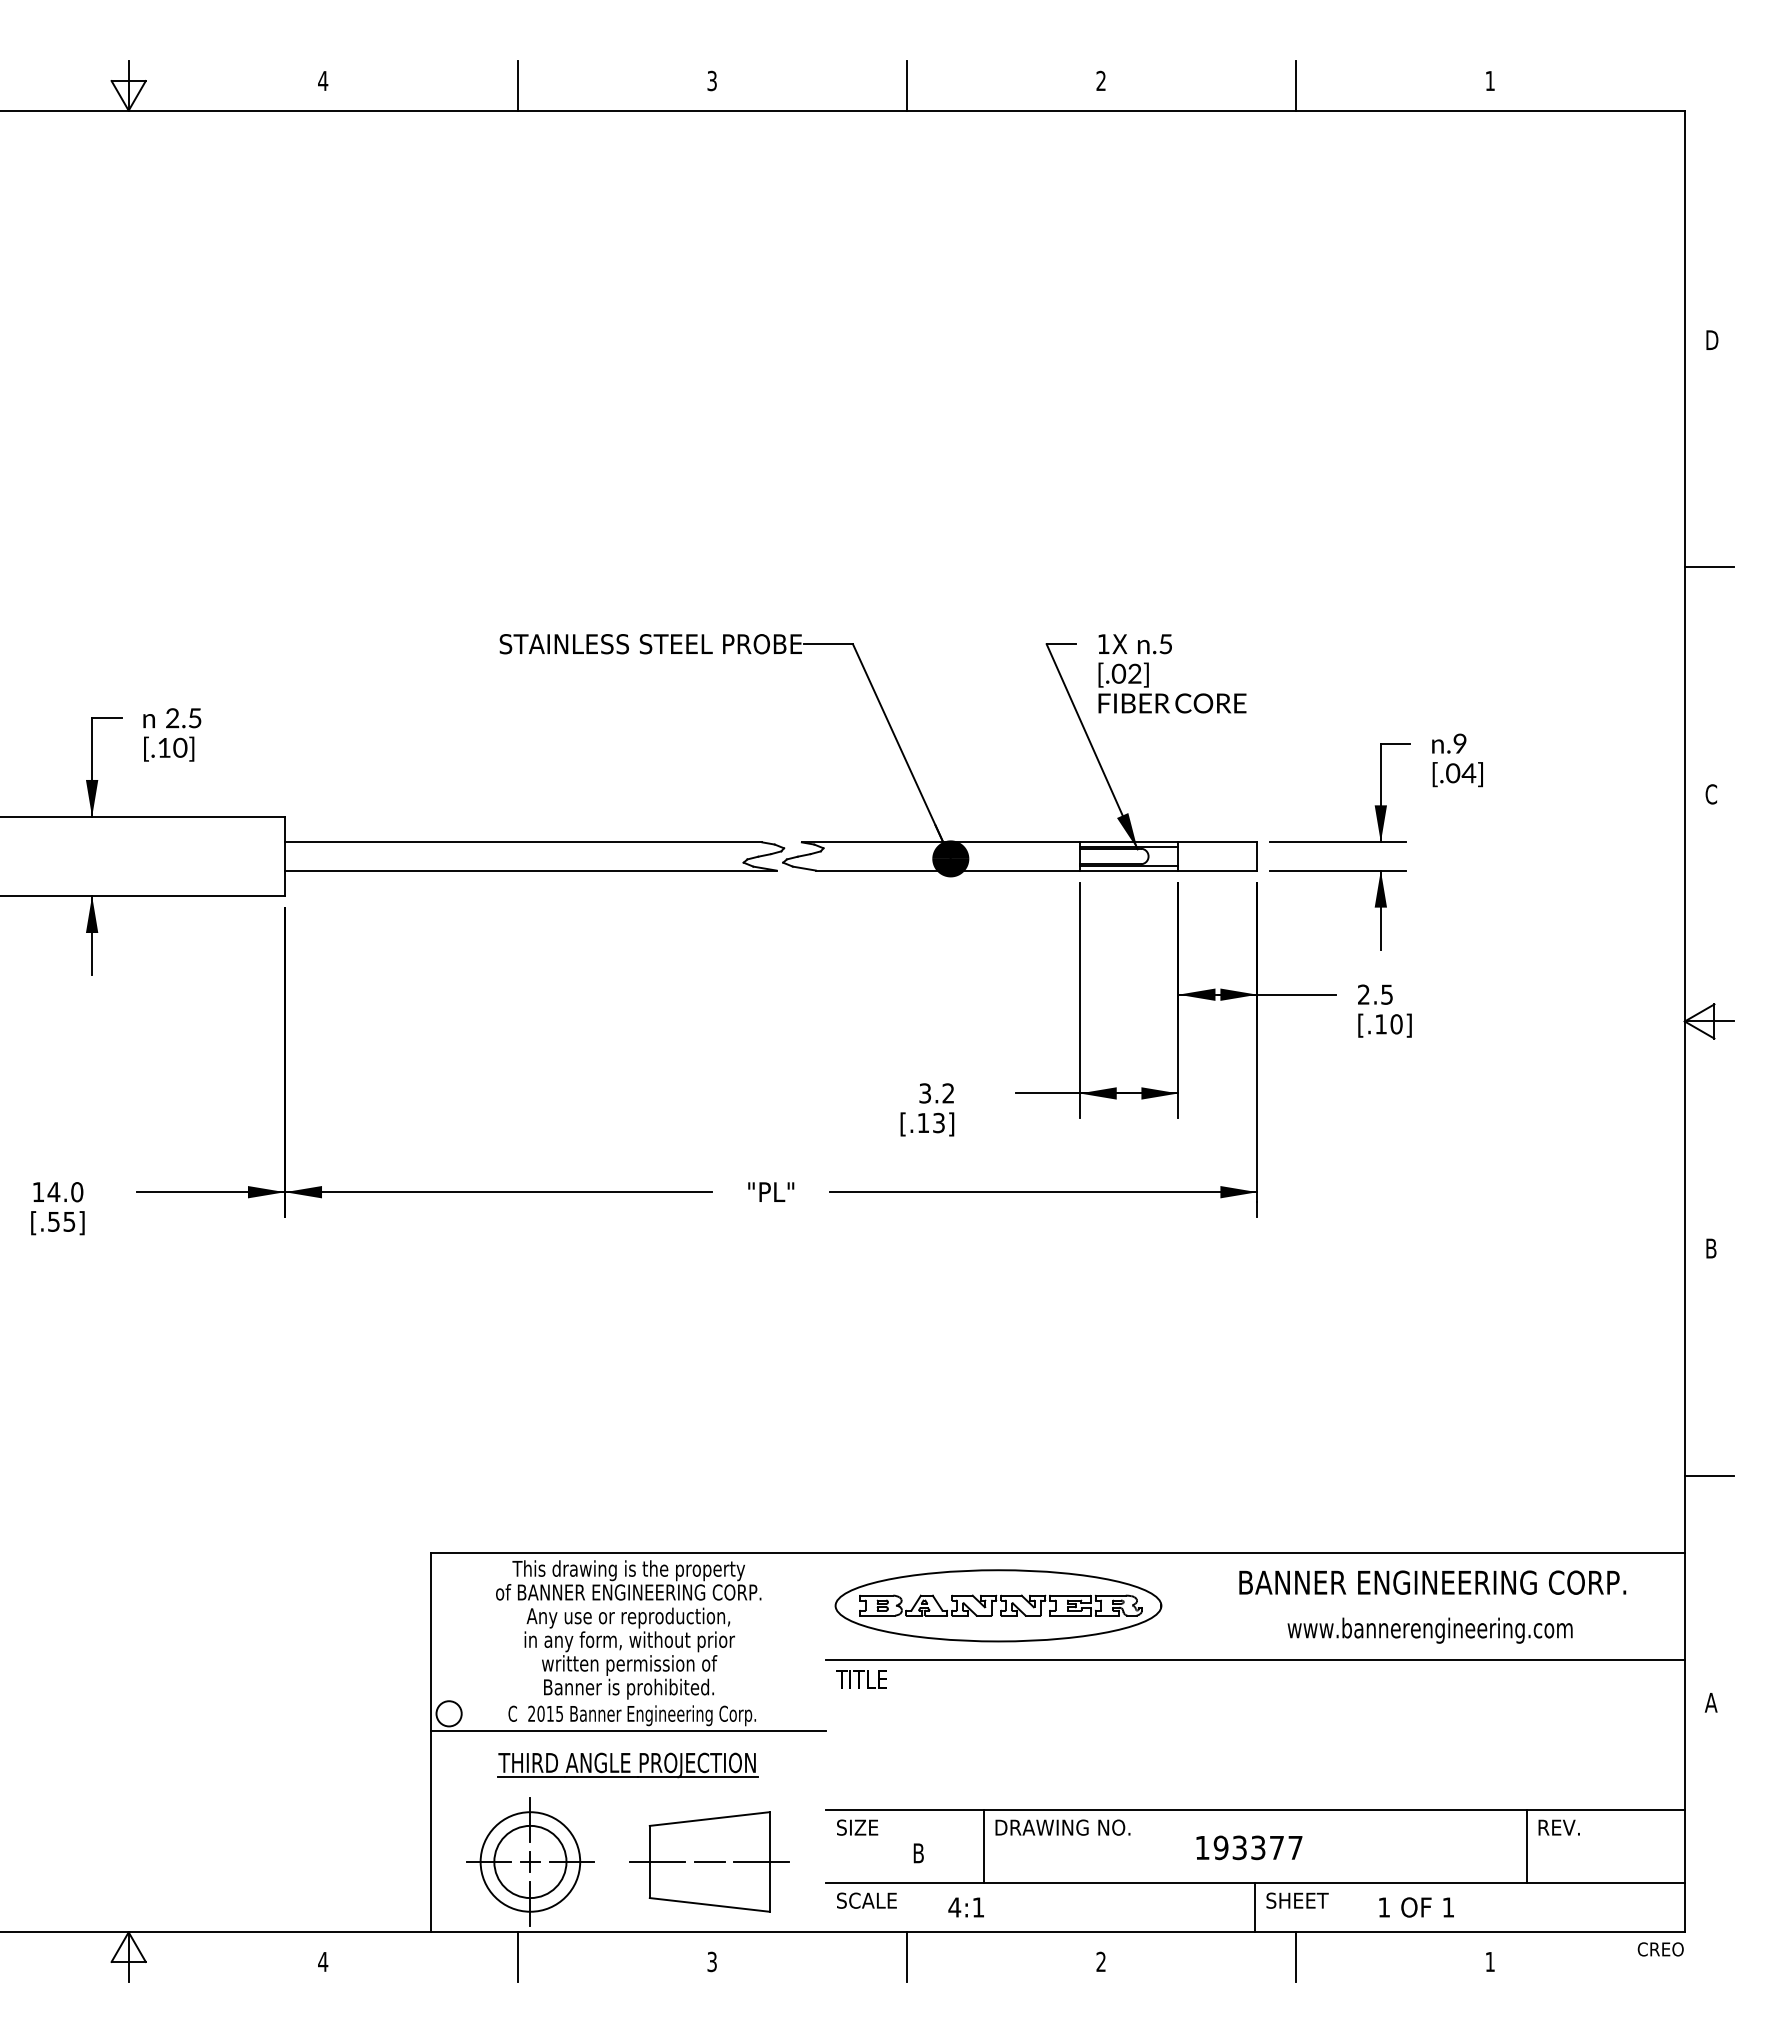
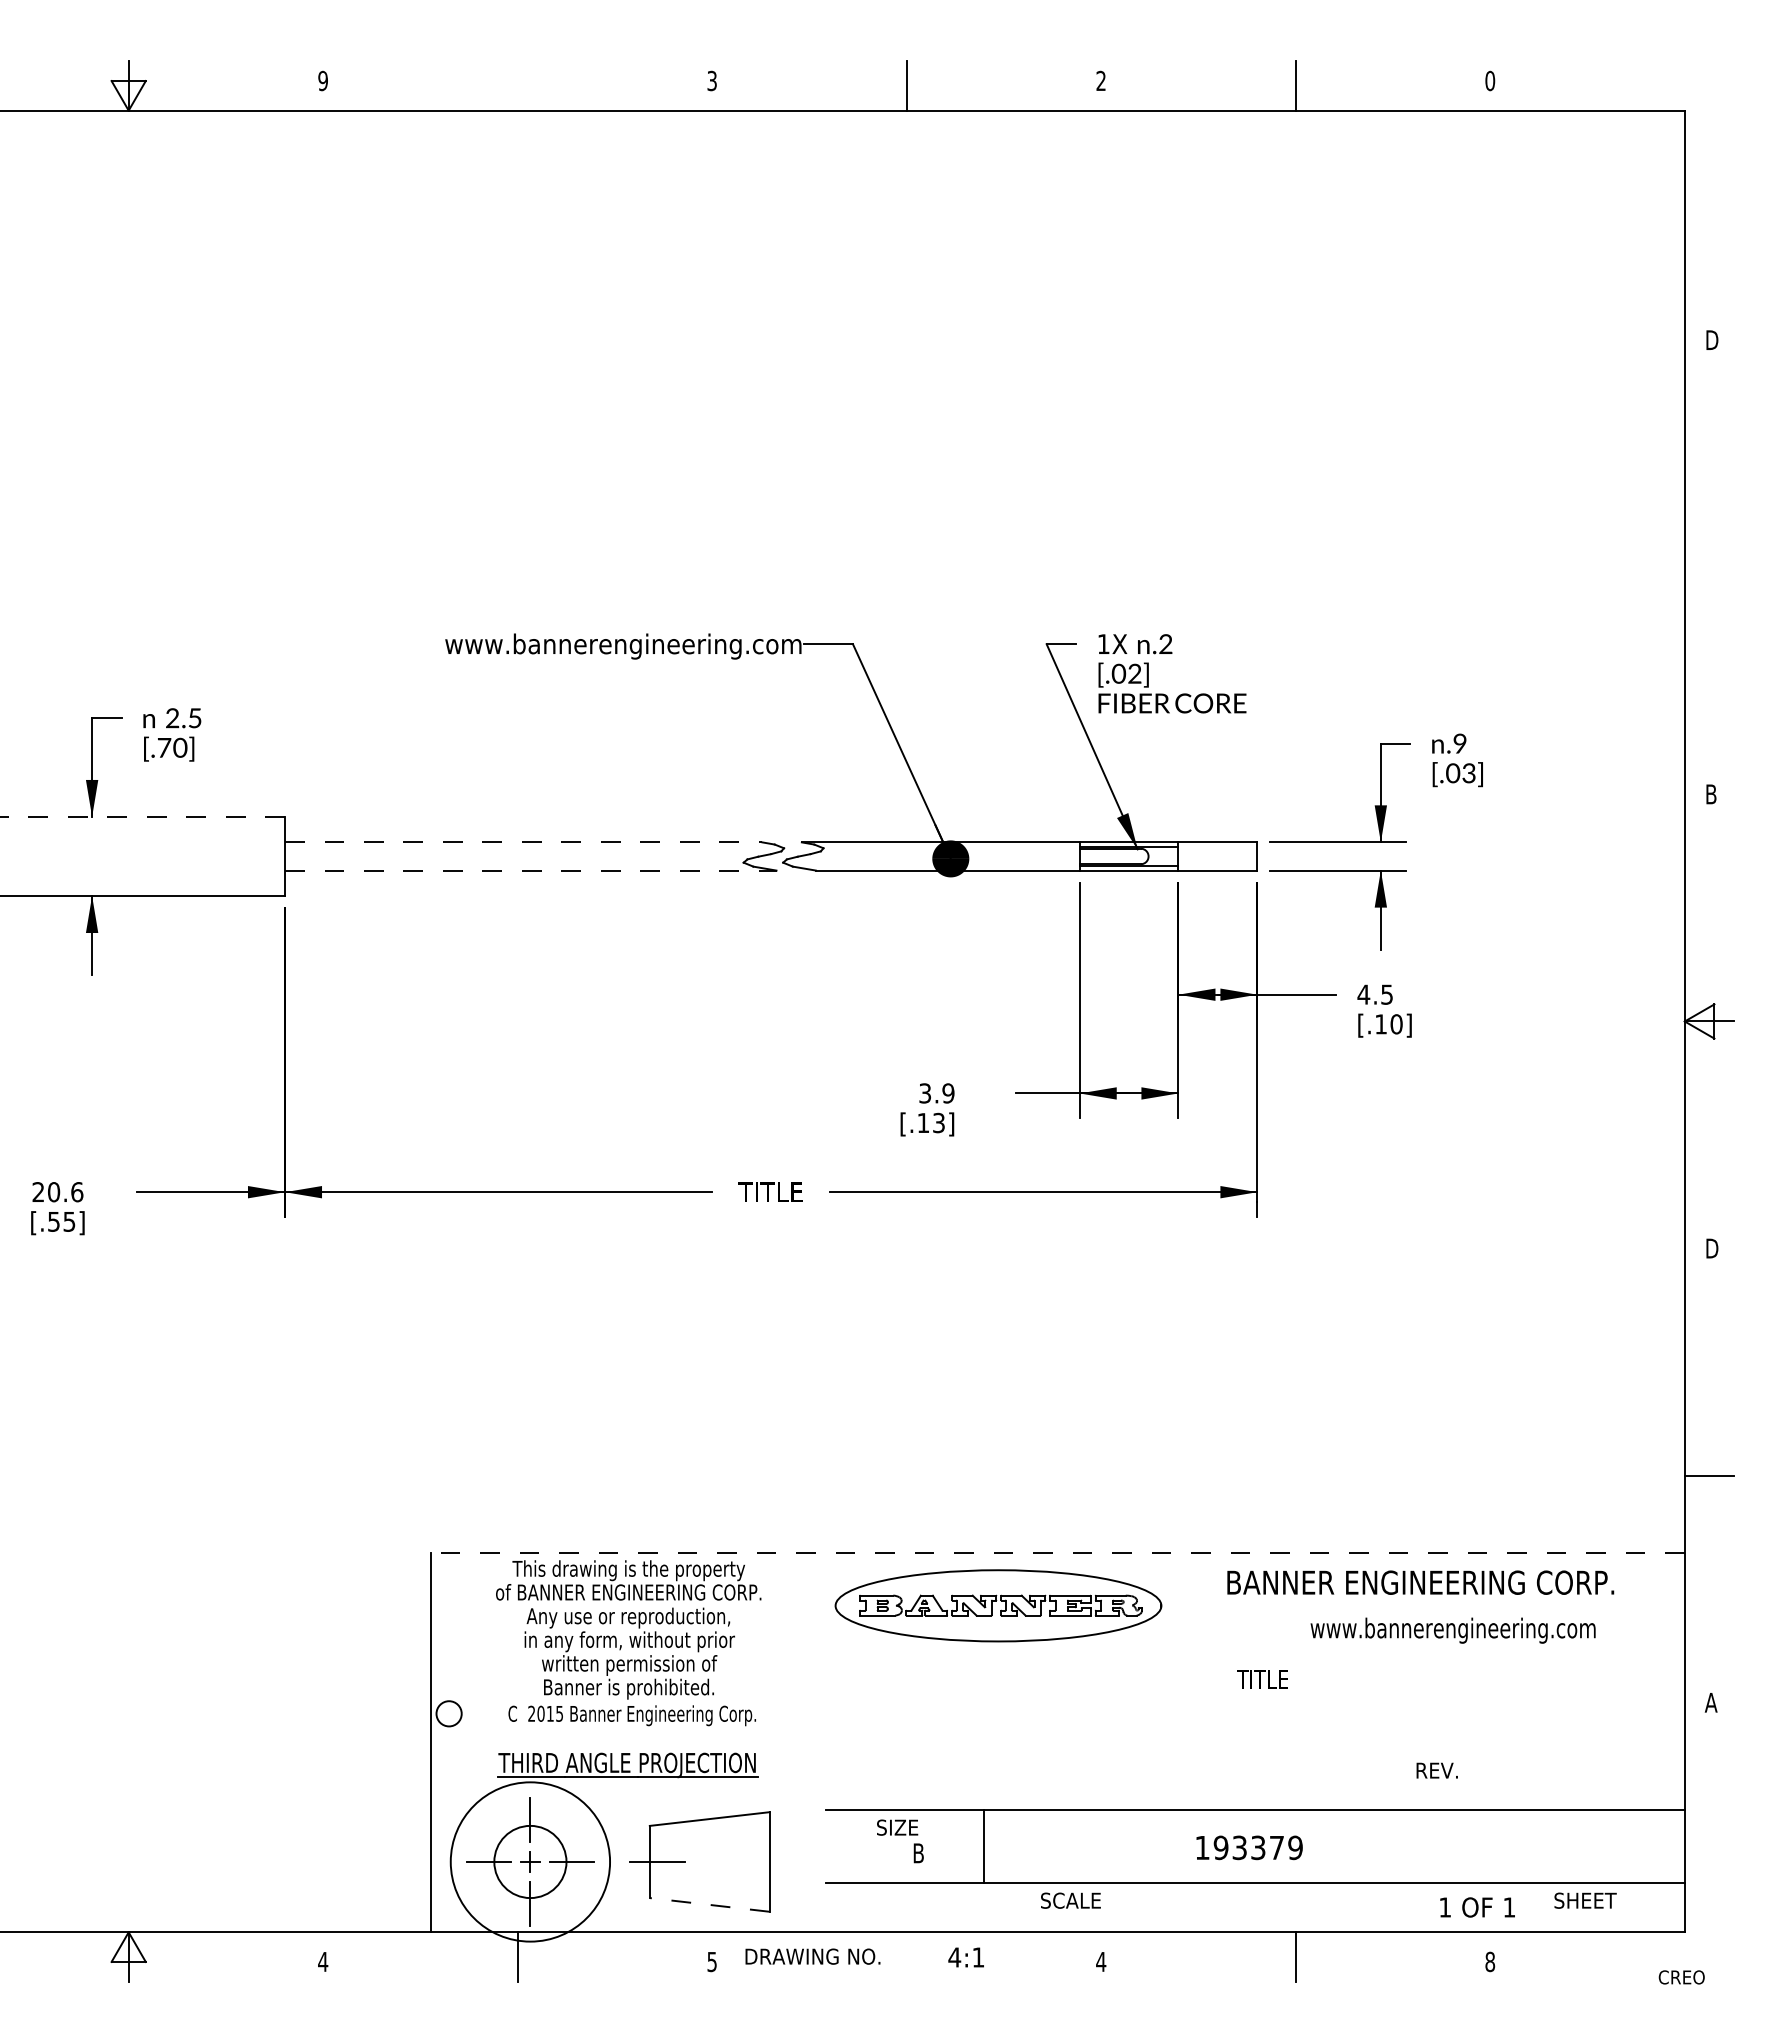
text at (323, 80): 4 -> 9
text at (1490, 80): 1 -> 0
line at (517, 85): present -> none
line at (1709, 567): present -> none
text at (1165, 644): .5 -> .2
text at (623, 646): STAINLESS STEEL PROBE -> www.bannerengineering.com
text at (164, 747): [.10] -> [.70]
text at (1468, 773): [.04] -> [.03]
text at (1711, 794): C -> B
line at (142, 816): solid -> dashed
line at (523, 842): solid -> dashed
line at (530, 870): solid -> dashed
text at (1363, 994): 2.5 -> 4.5
text at (948, 1093): 3.2 -> 3.9
text at (770, 1191): "PL" -> TITLE
text at (57, 1192): 14.0 -> 20.6
text at (1713, 1248): B -> D
line at (1057, 1553): solid -> dashed
text at (1432, 1582) position: (1432, 1582) -> (1420, 1582)
text at (1429, 1630) position: (1429, 1630) -> (1452, 1630)
line at (1254, 1659): present -> none
text at (861, 1679) position: (861, 1679) -> (1262, 1679)
line at (627, 1730): present -> none
text at (857, 1827) position: (857, 1827) -> (897, 1827)
text at (1062, 1827) position: (1062, 1827) -> (812, 1956)
text at (1558, 1827) position: (1558, 1827) -> (1436, 1770)
line at (1526, 1845): present -> none
text at (1295, 1847): 193377 -> 193379
circle at (530, 1861) diameter: 100 px -> 159 px
line at (709, 1861): present -> none
line at (761, 1861): present -> none
text at (866, 1900) position: (866, 1900) -> (1070, 1900)
text at (1297, 1900) position: (1297, 1900) -> (1585, 1900)
line at (709, 1904): solid -> dashed
text at (965, 1907) position: (965, 1907) -> (965, 1957)
line at (1255, 1907): present -> none
text at (1416, 1907) position: (1416, 1907) -> (1477, 1907)
text at (1660, 1949) position: (1660, 1949) -> (1681, 1977)
line at (906, 1956): present -> none
text at (712, 1961): 3 -> 5
text at (1101, 1961): 2 -> 4
text at (1490, 1961): 1 -> 8
